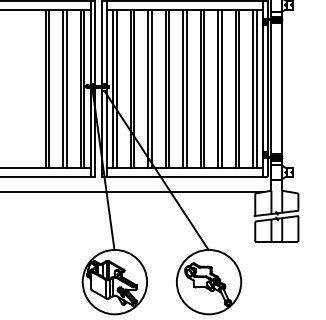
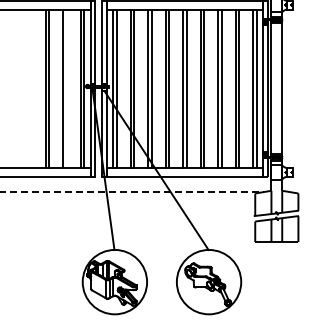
line at (66, 88): present -> none
line at (132, 191): solid -> dashed
